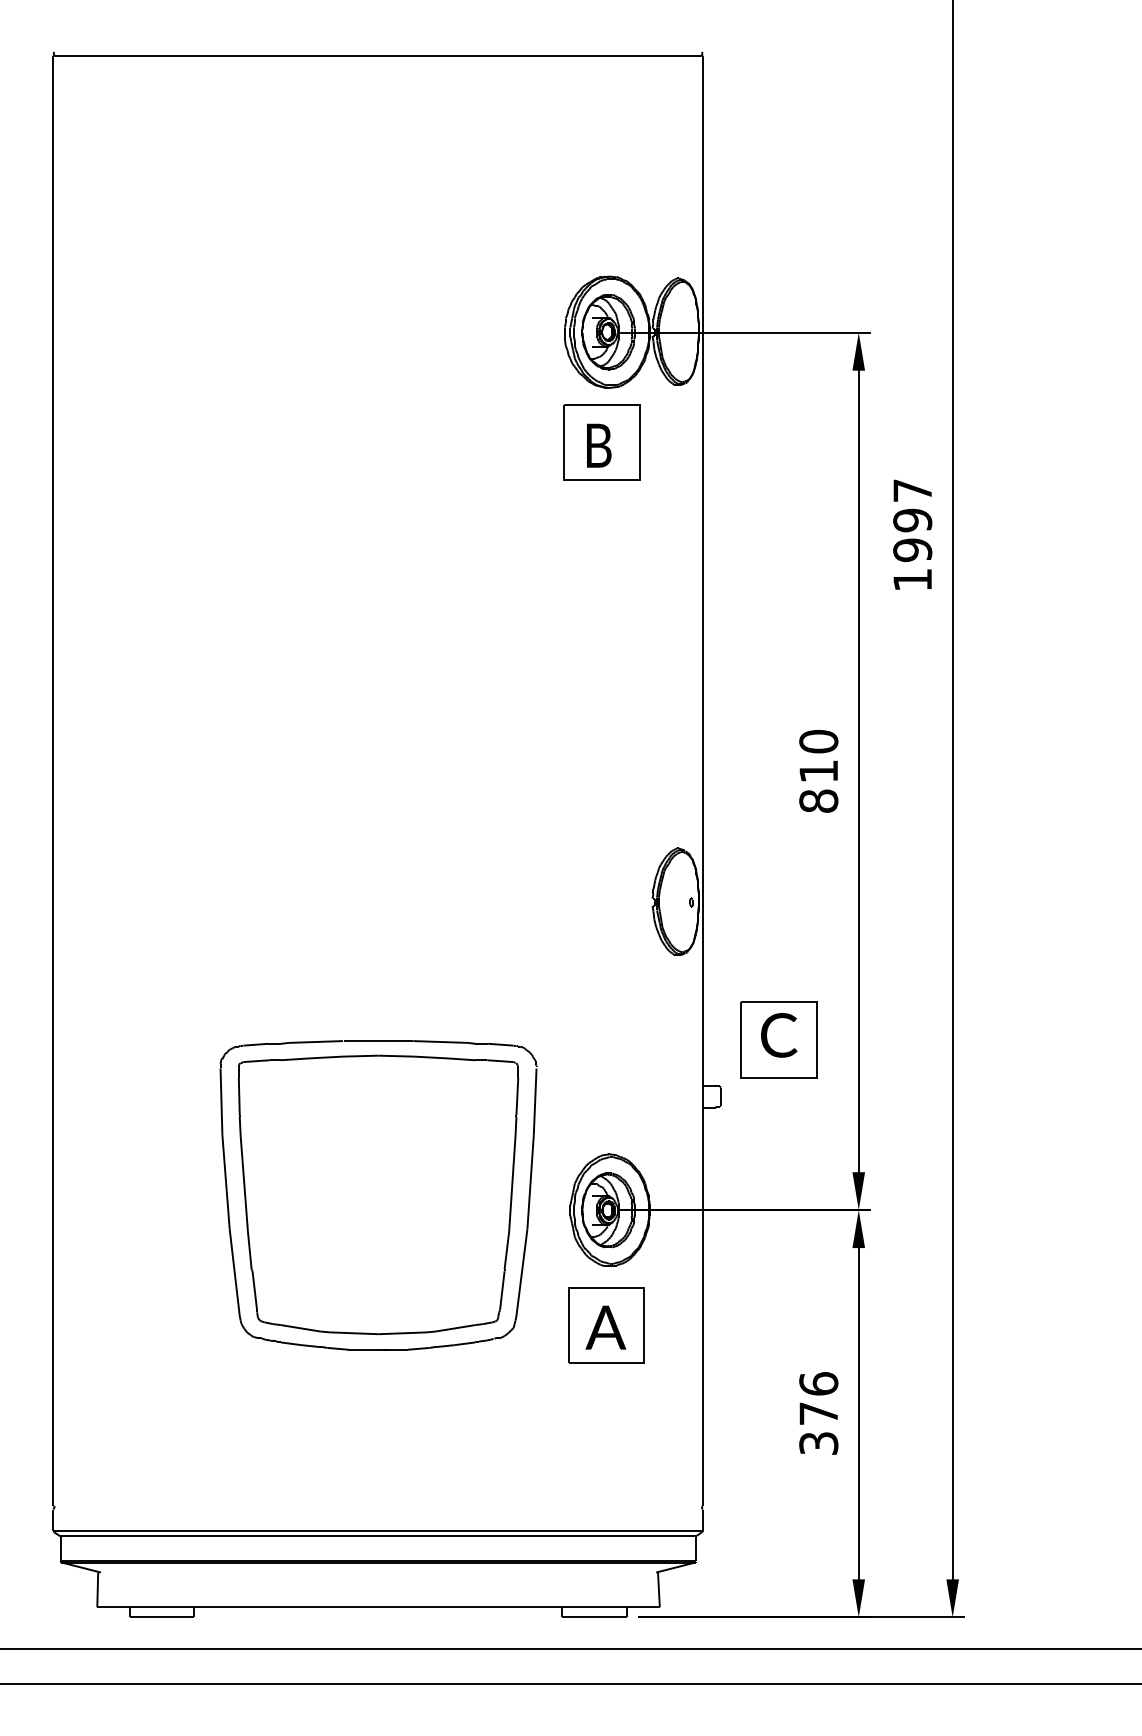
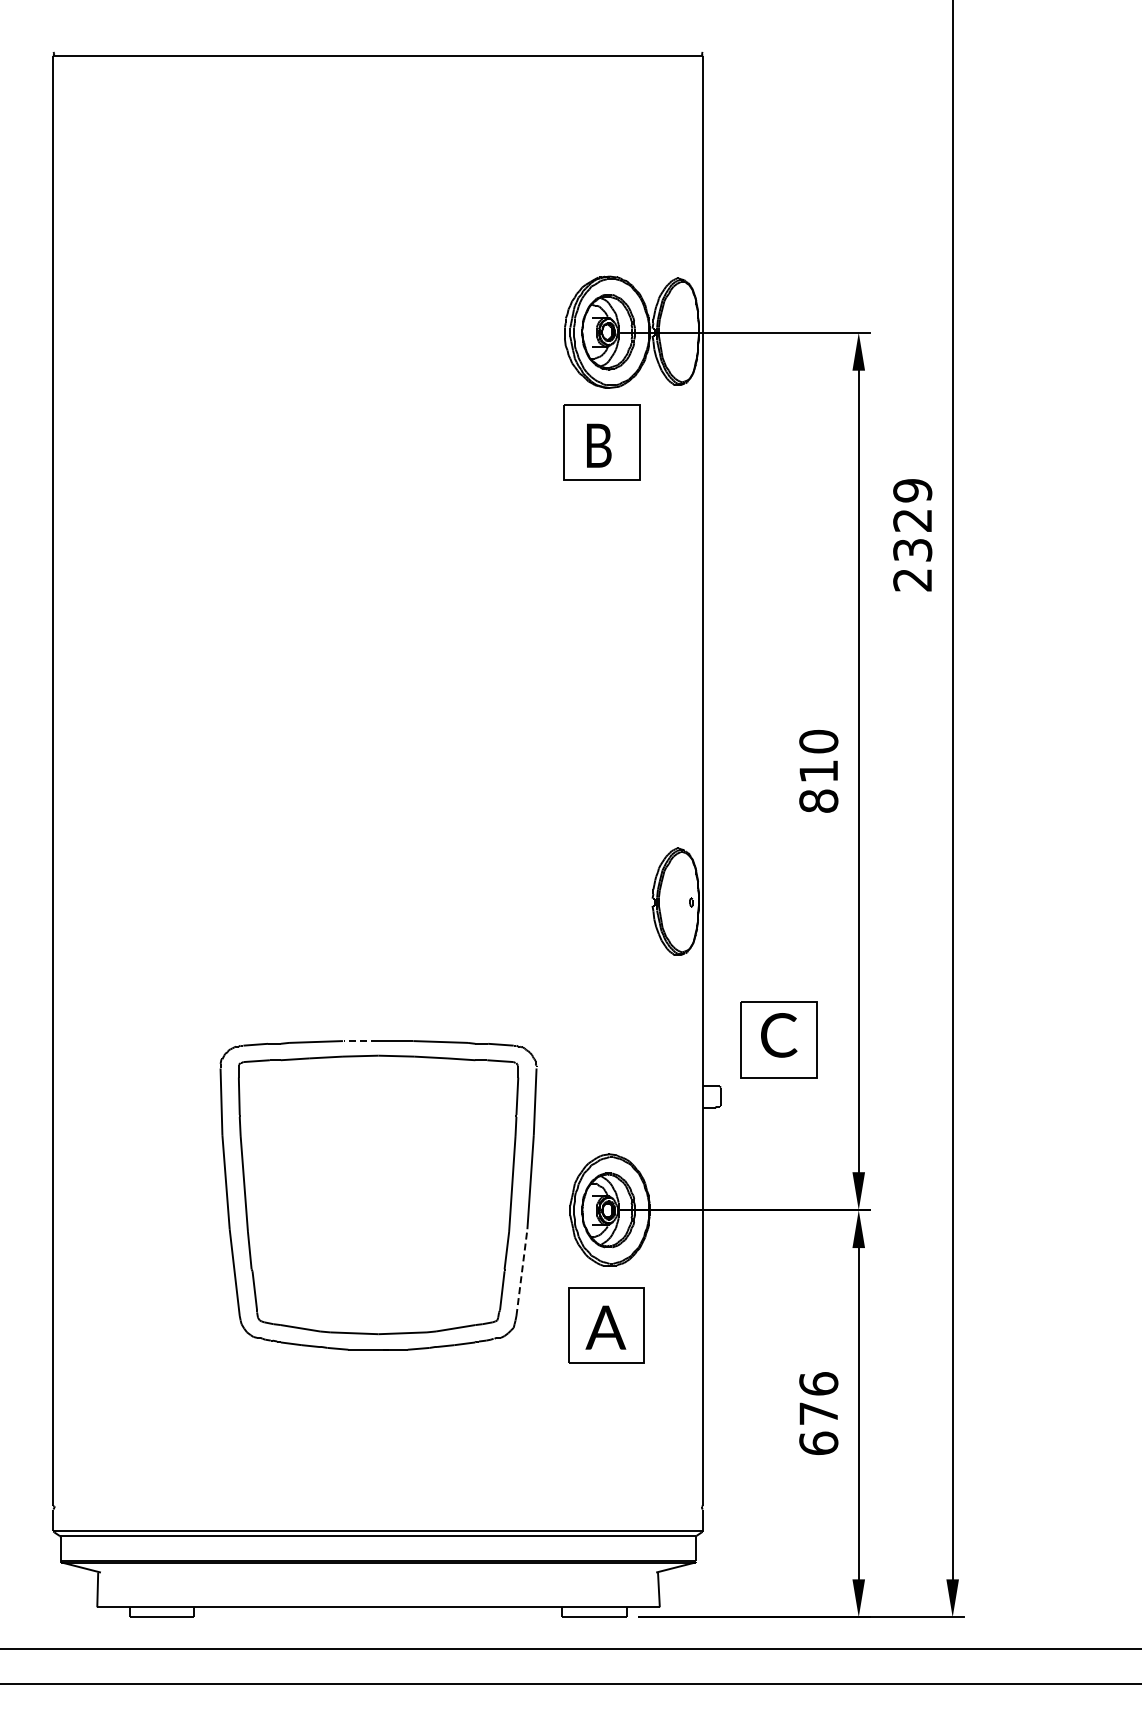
text at (912, 535): 1997 -> 2329
line at (360, 1041): solid -> dashed
line at (521, 1272): solid -> dashed
text at (818, 1443): 376 -> 676
